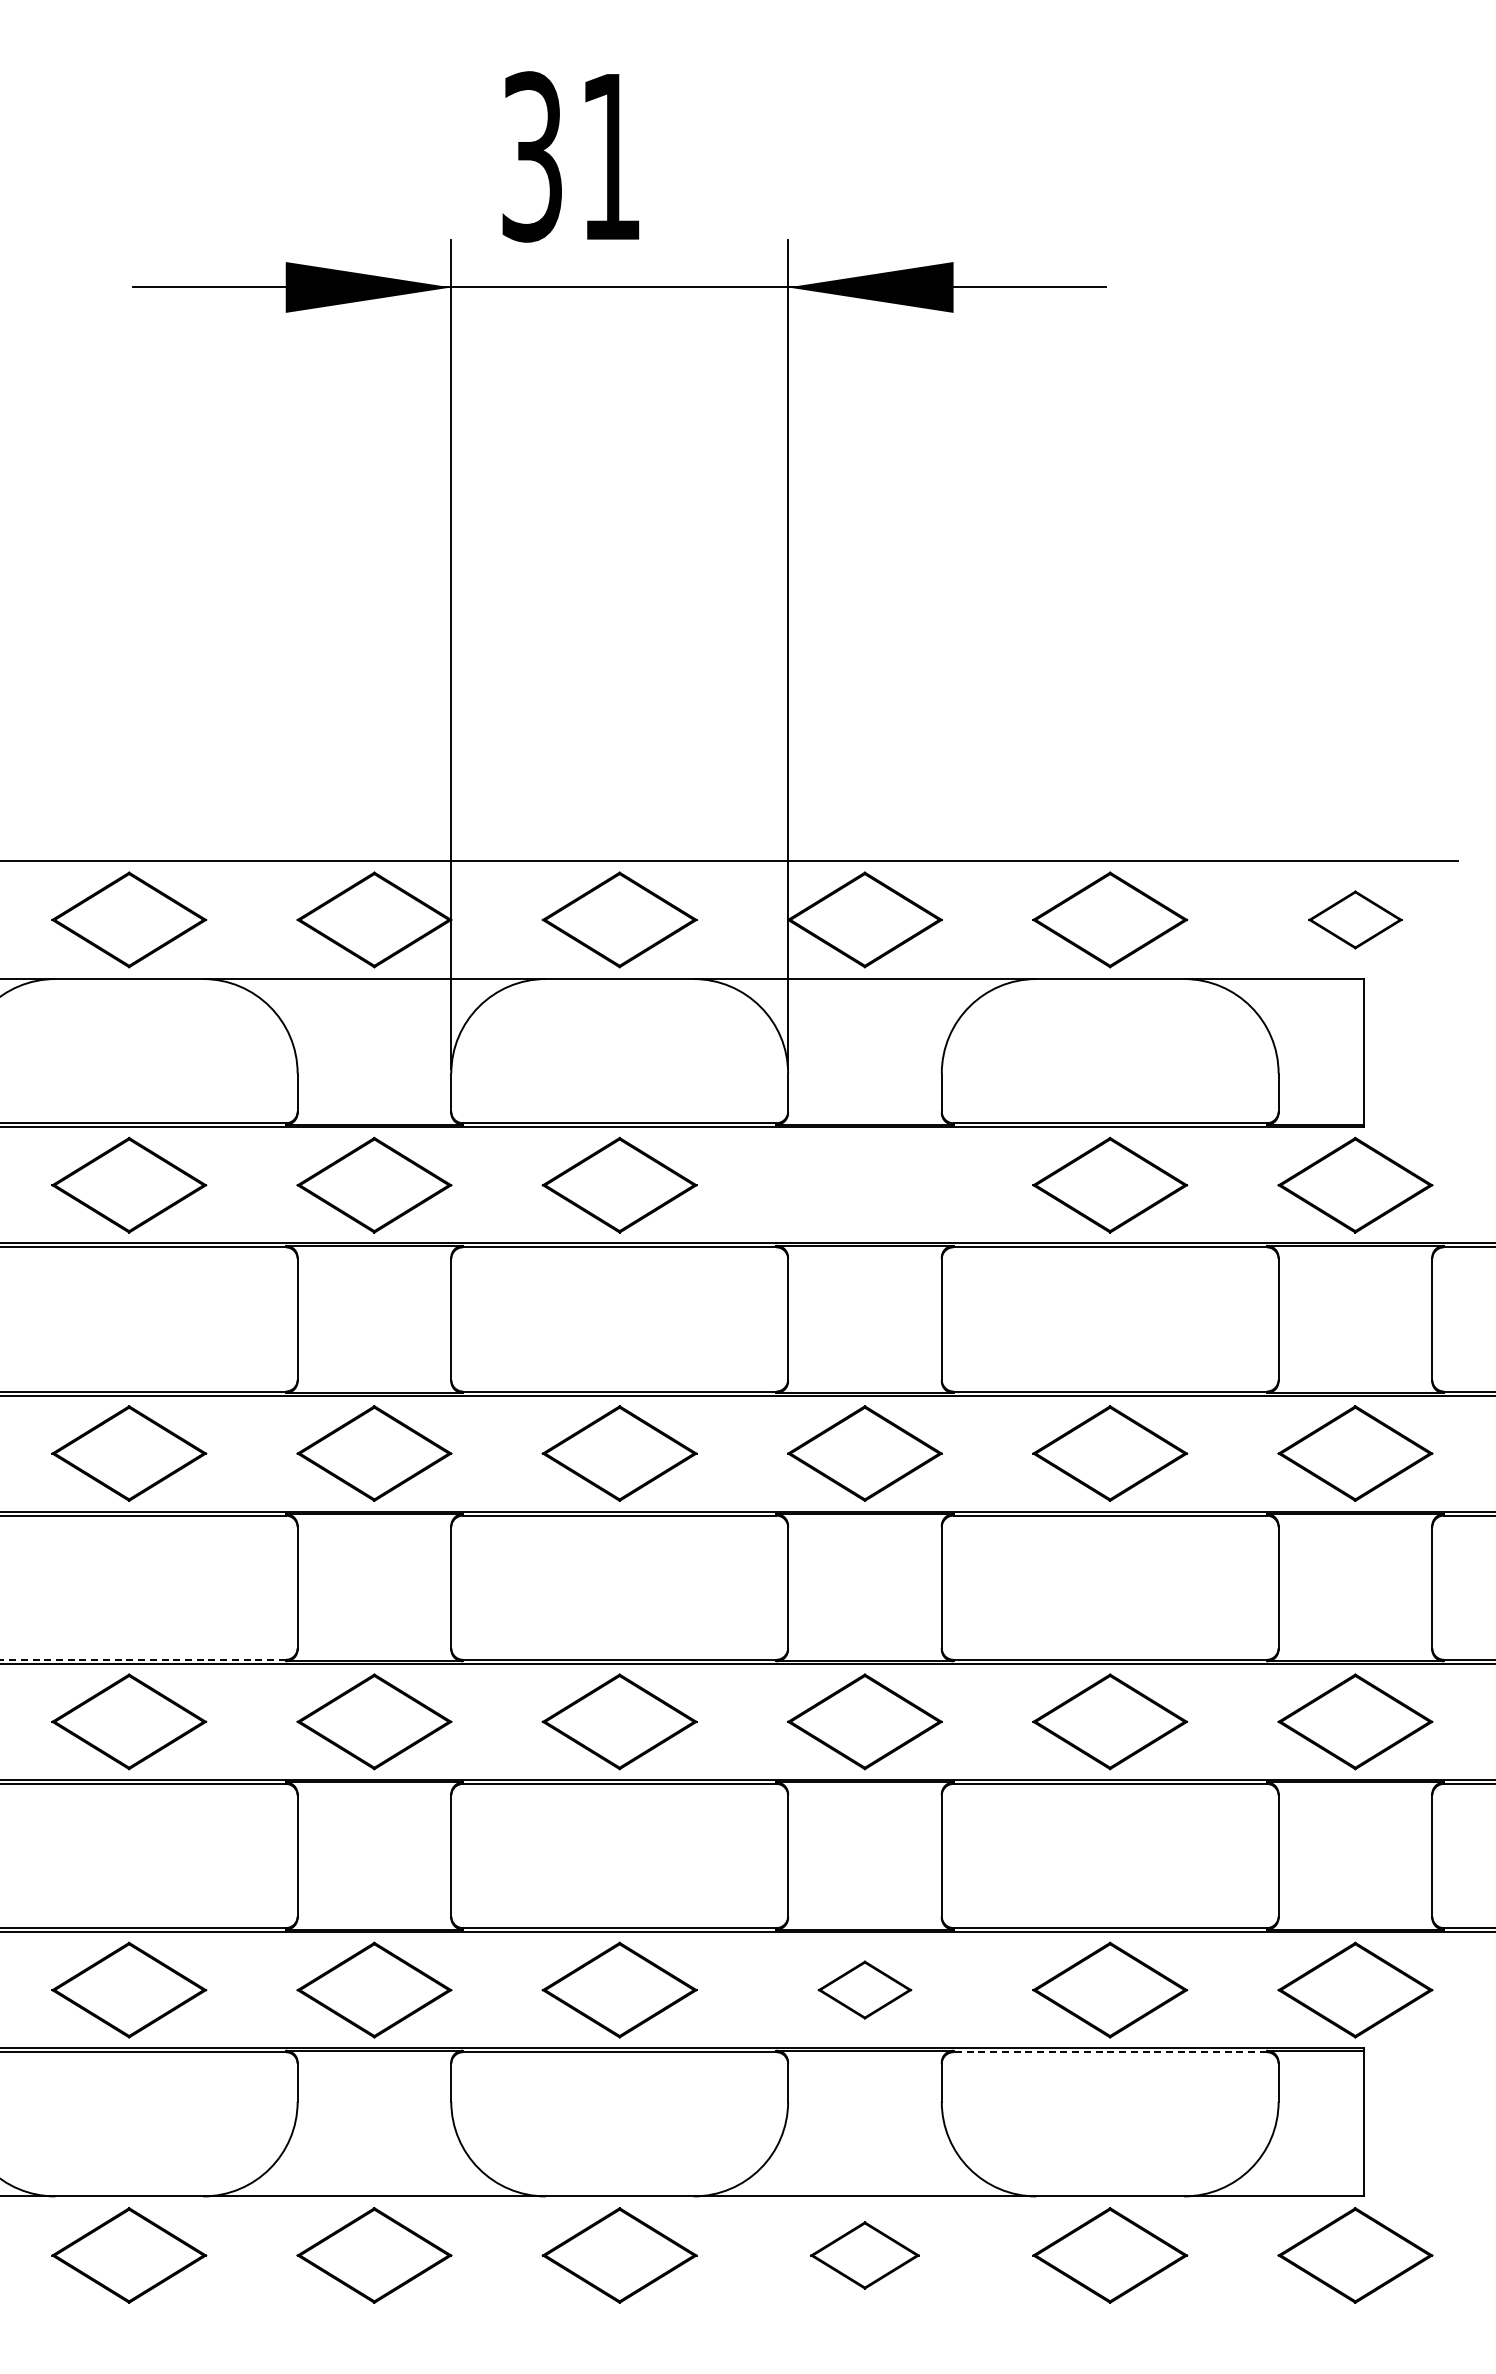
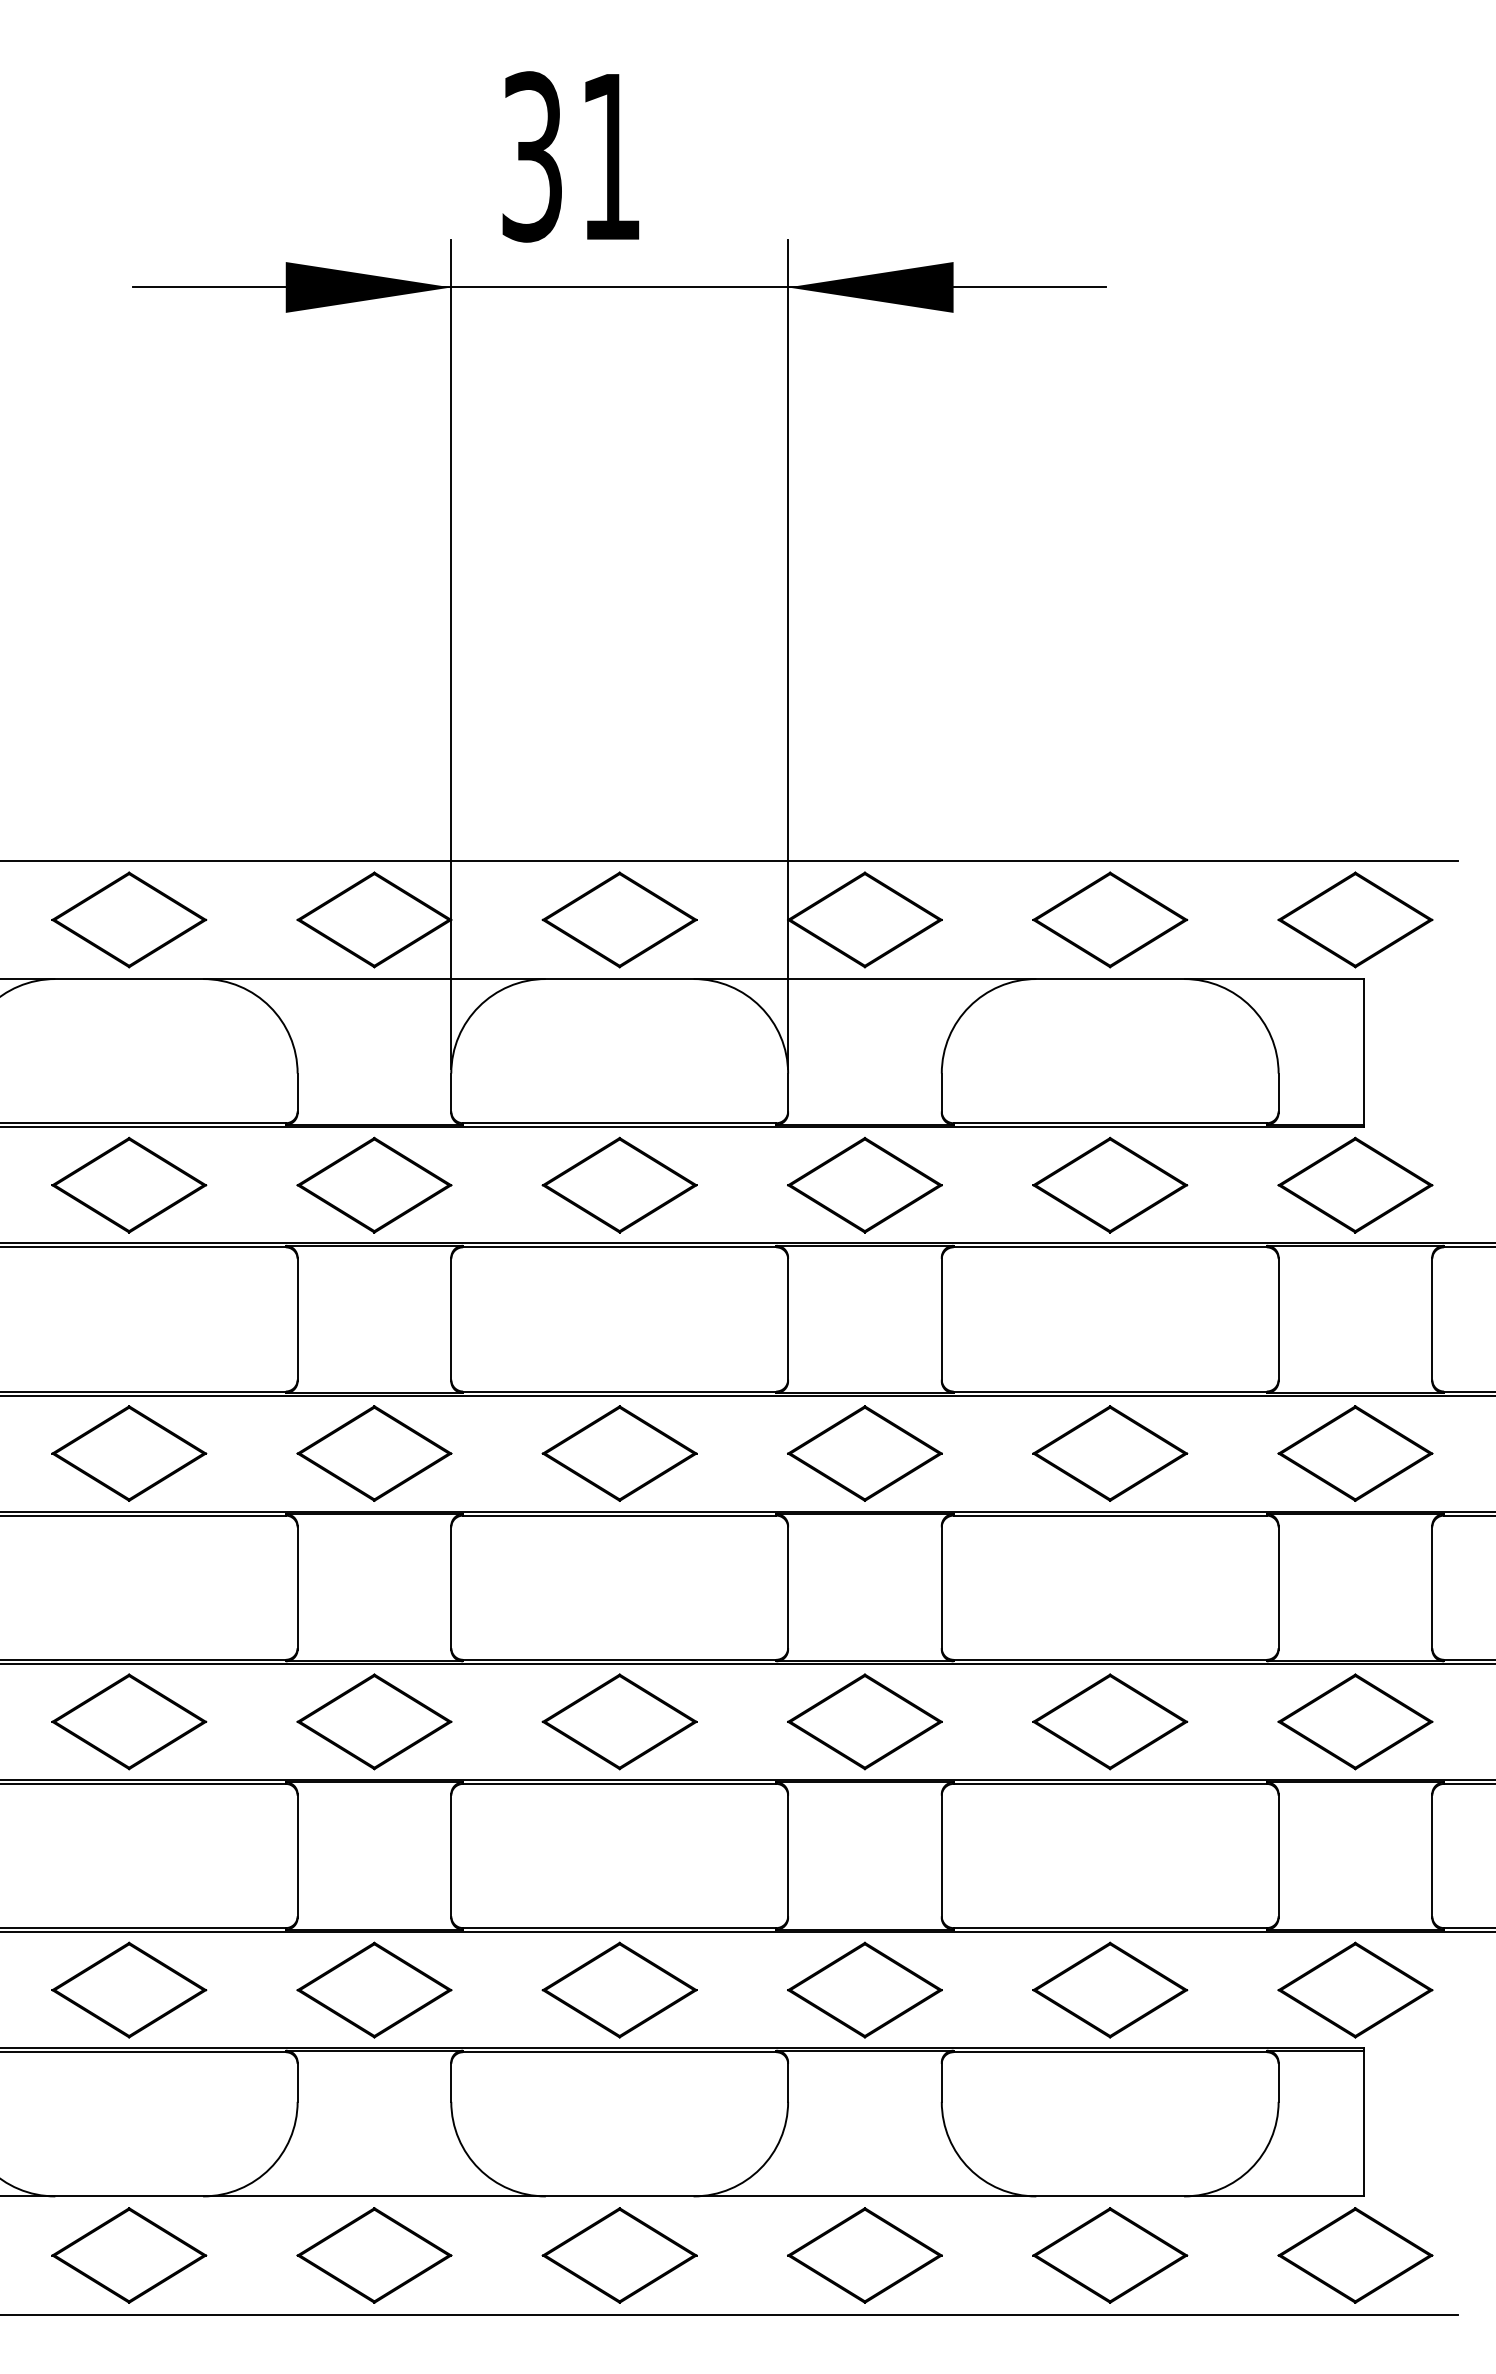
part at (1355, 919) size: 95x60 px -> 157x98 px
part at (864, 1185): none -> present
line at (143, 1659): dashed -> solid
part at (864, 1989) size: 96x60 px -> 156x98 px
line at (1110, 2052): dashed -> solid
part at (864, 2255) size: 110x69 px -> 156x97 px
line at (730, 2314): none -> present
